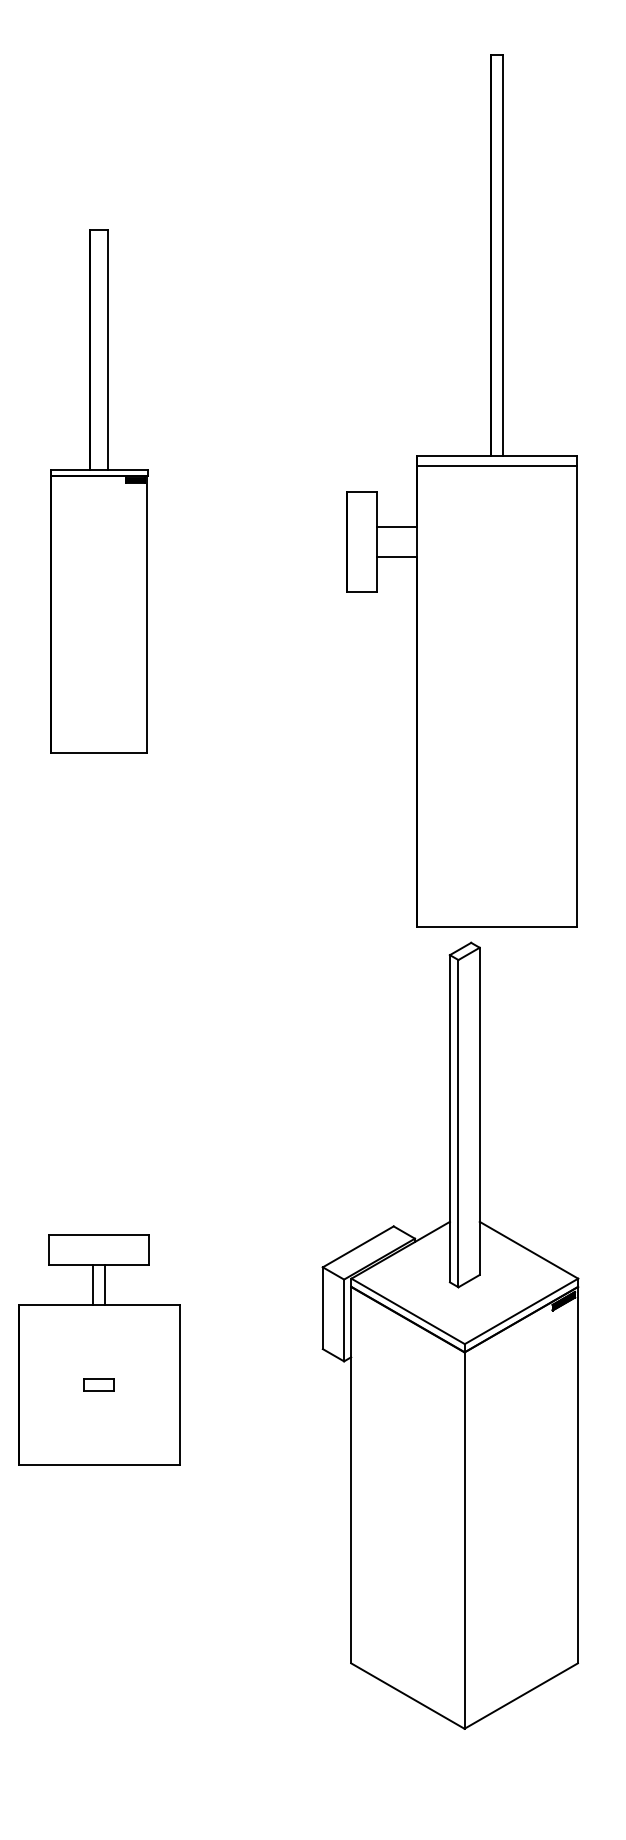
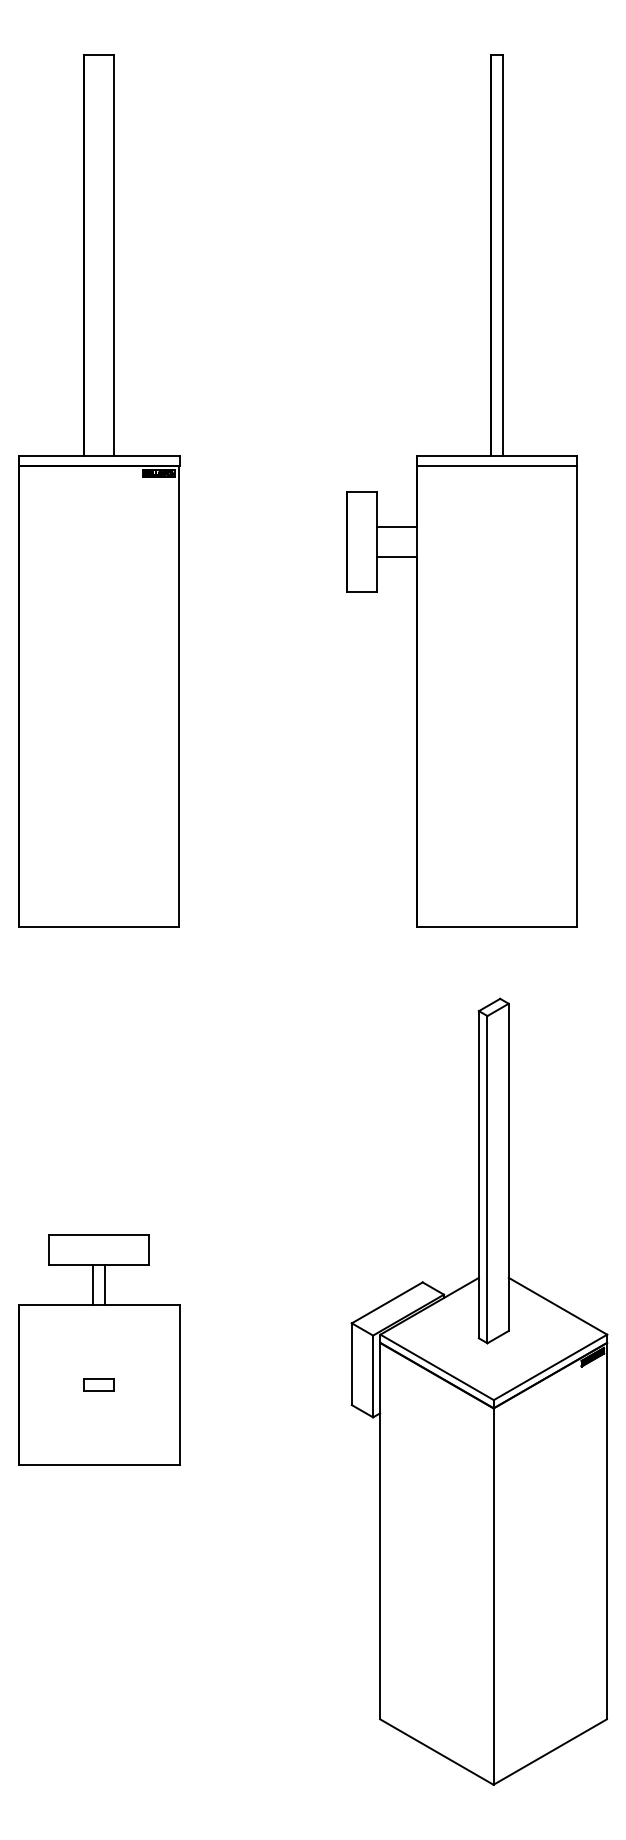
part at (99, 491) size: 99x525 px -> 163x874 px
part at (450, 1335) position: (450, 1335) -> (479, 1391)
